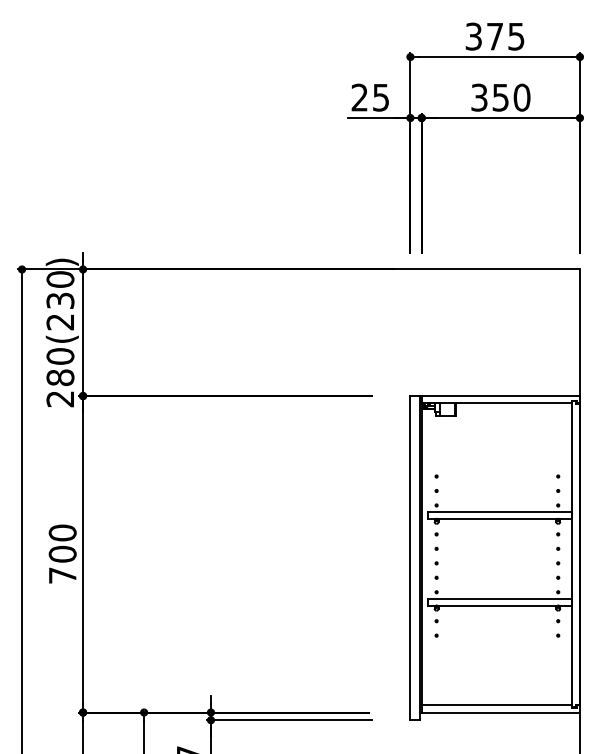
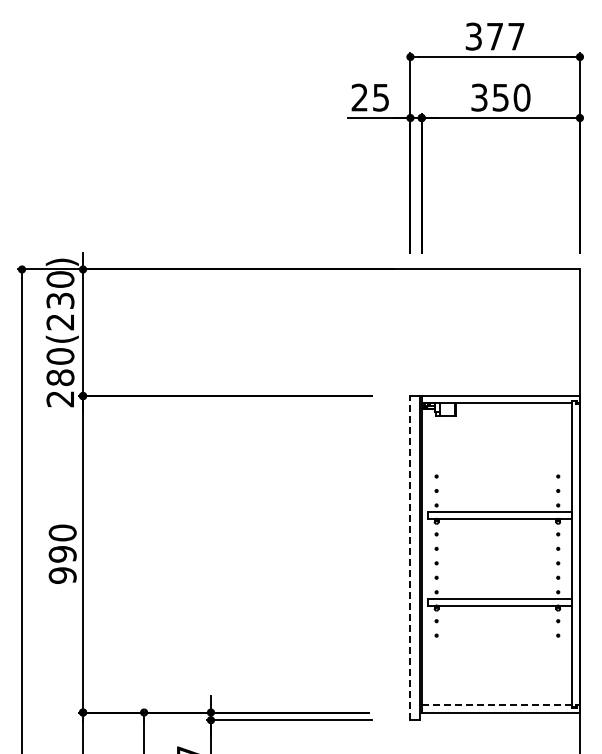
text at (516, 36): 375 -> 377
line at (410, 557): solid -> dashed
text at (62, 564): 700 -> 990
line at (497, 705): solid -> dashed
